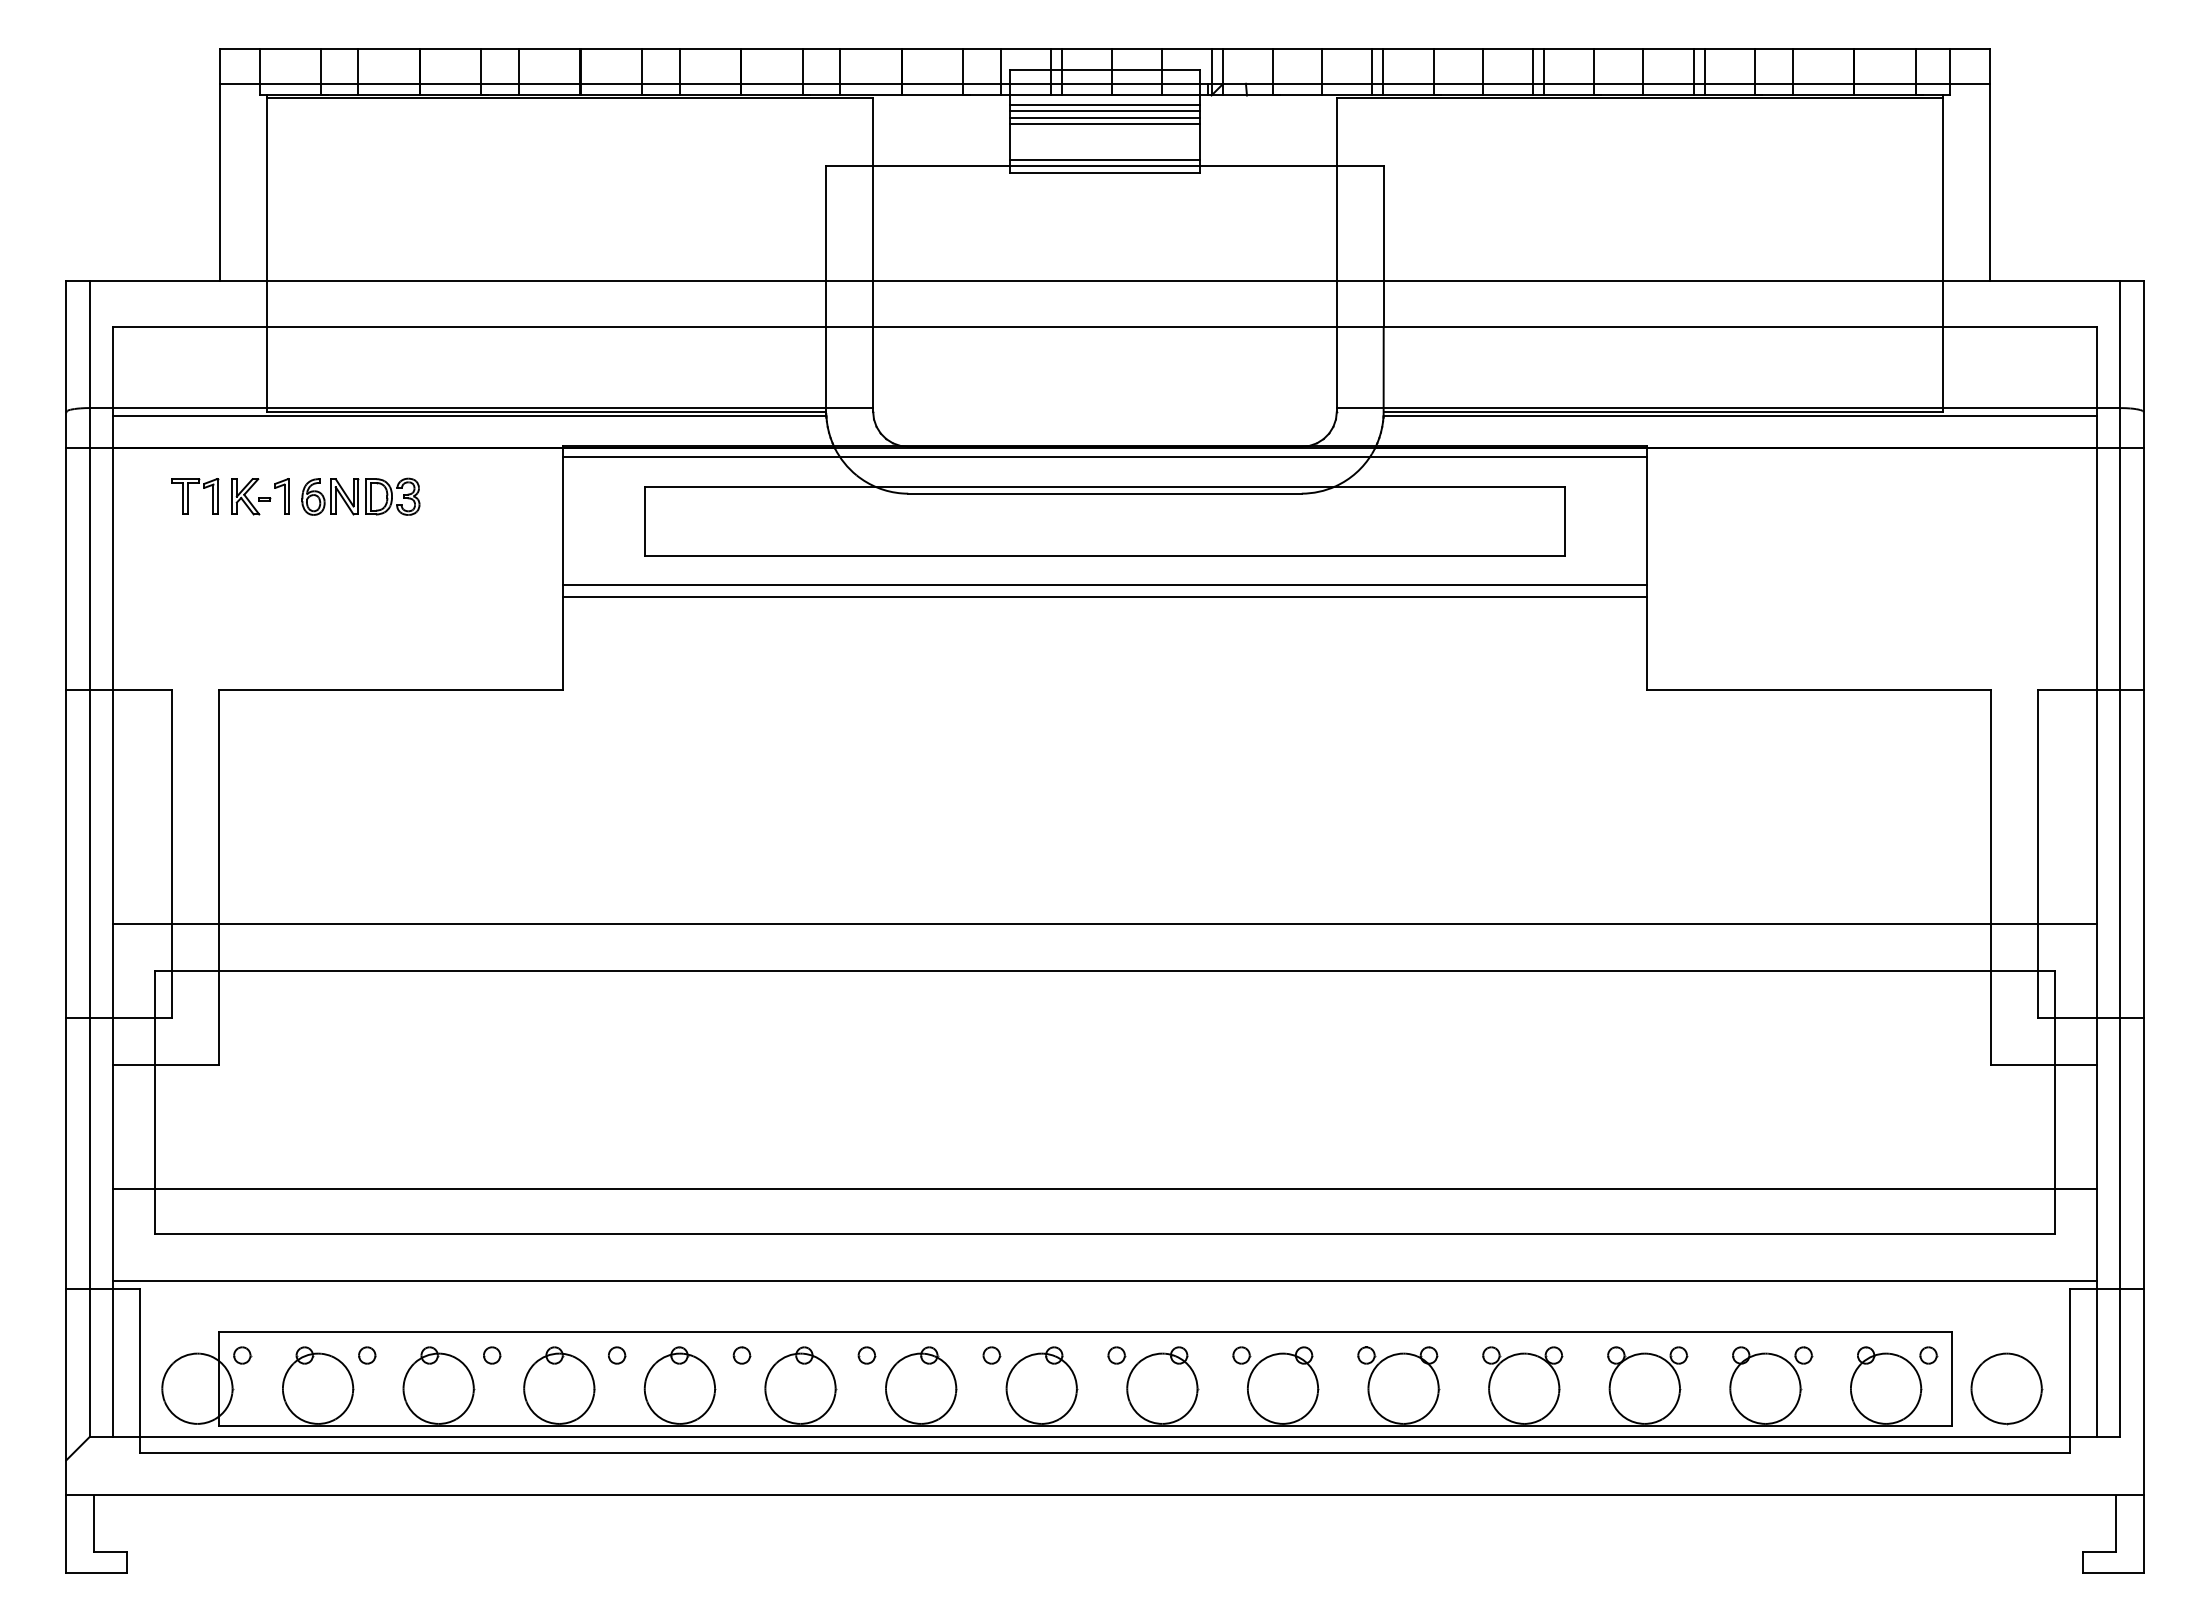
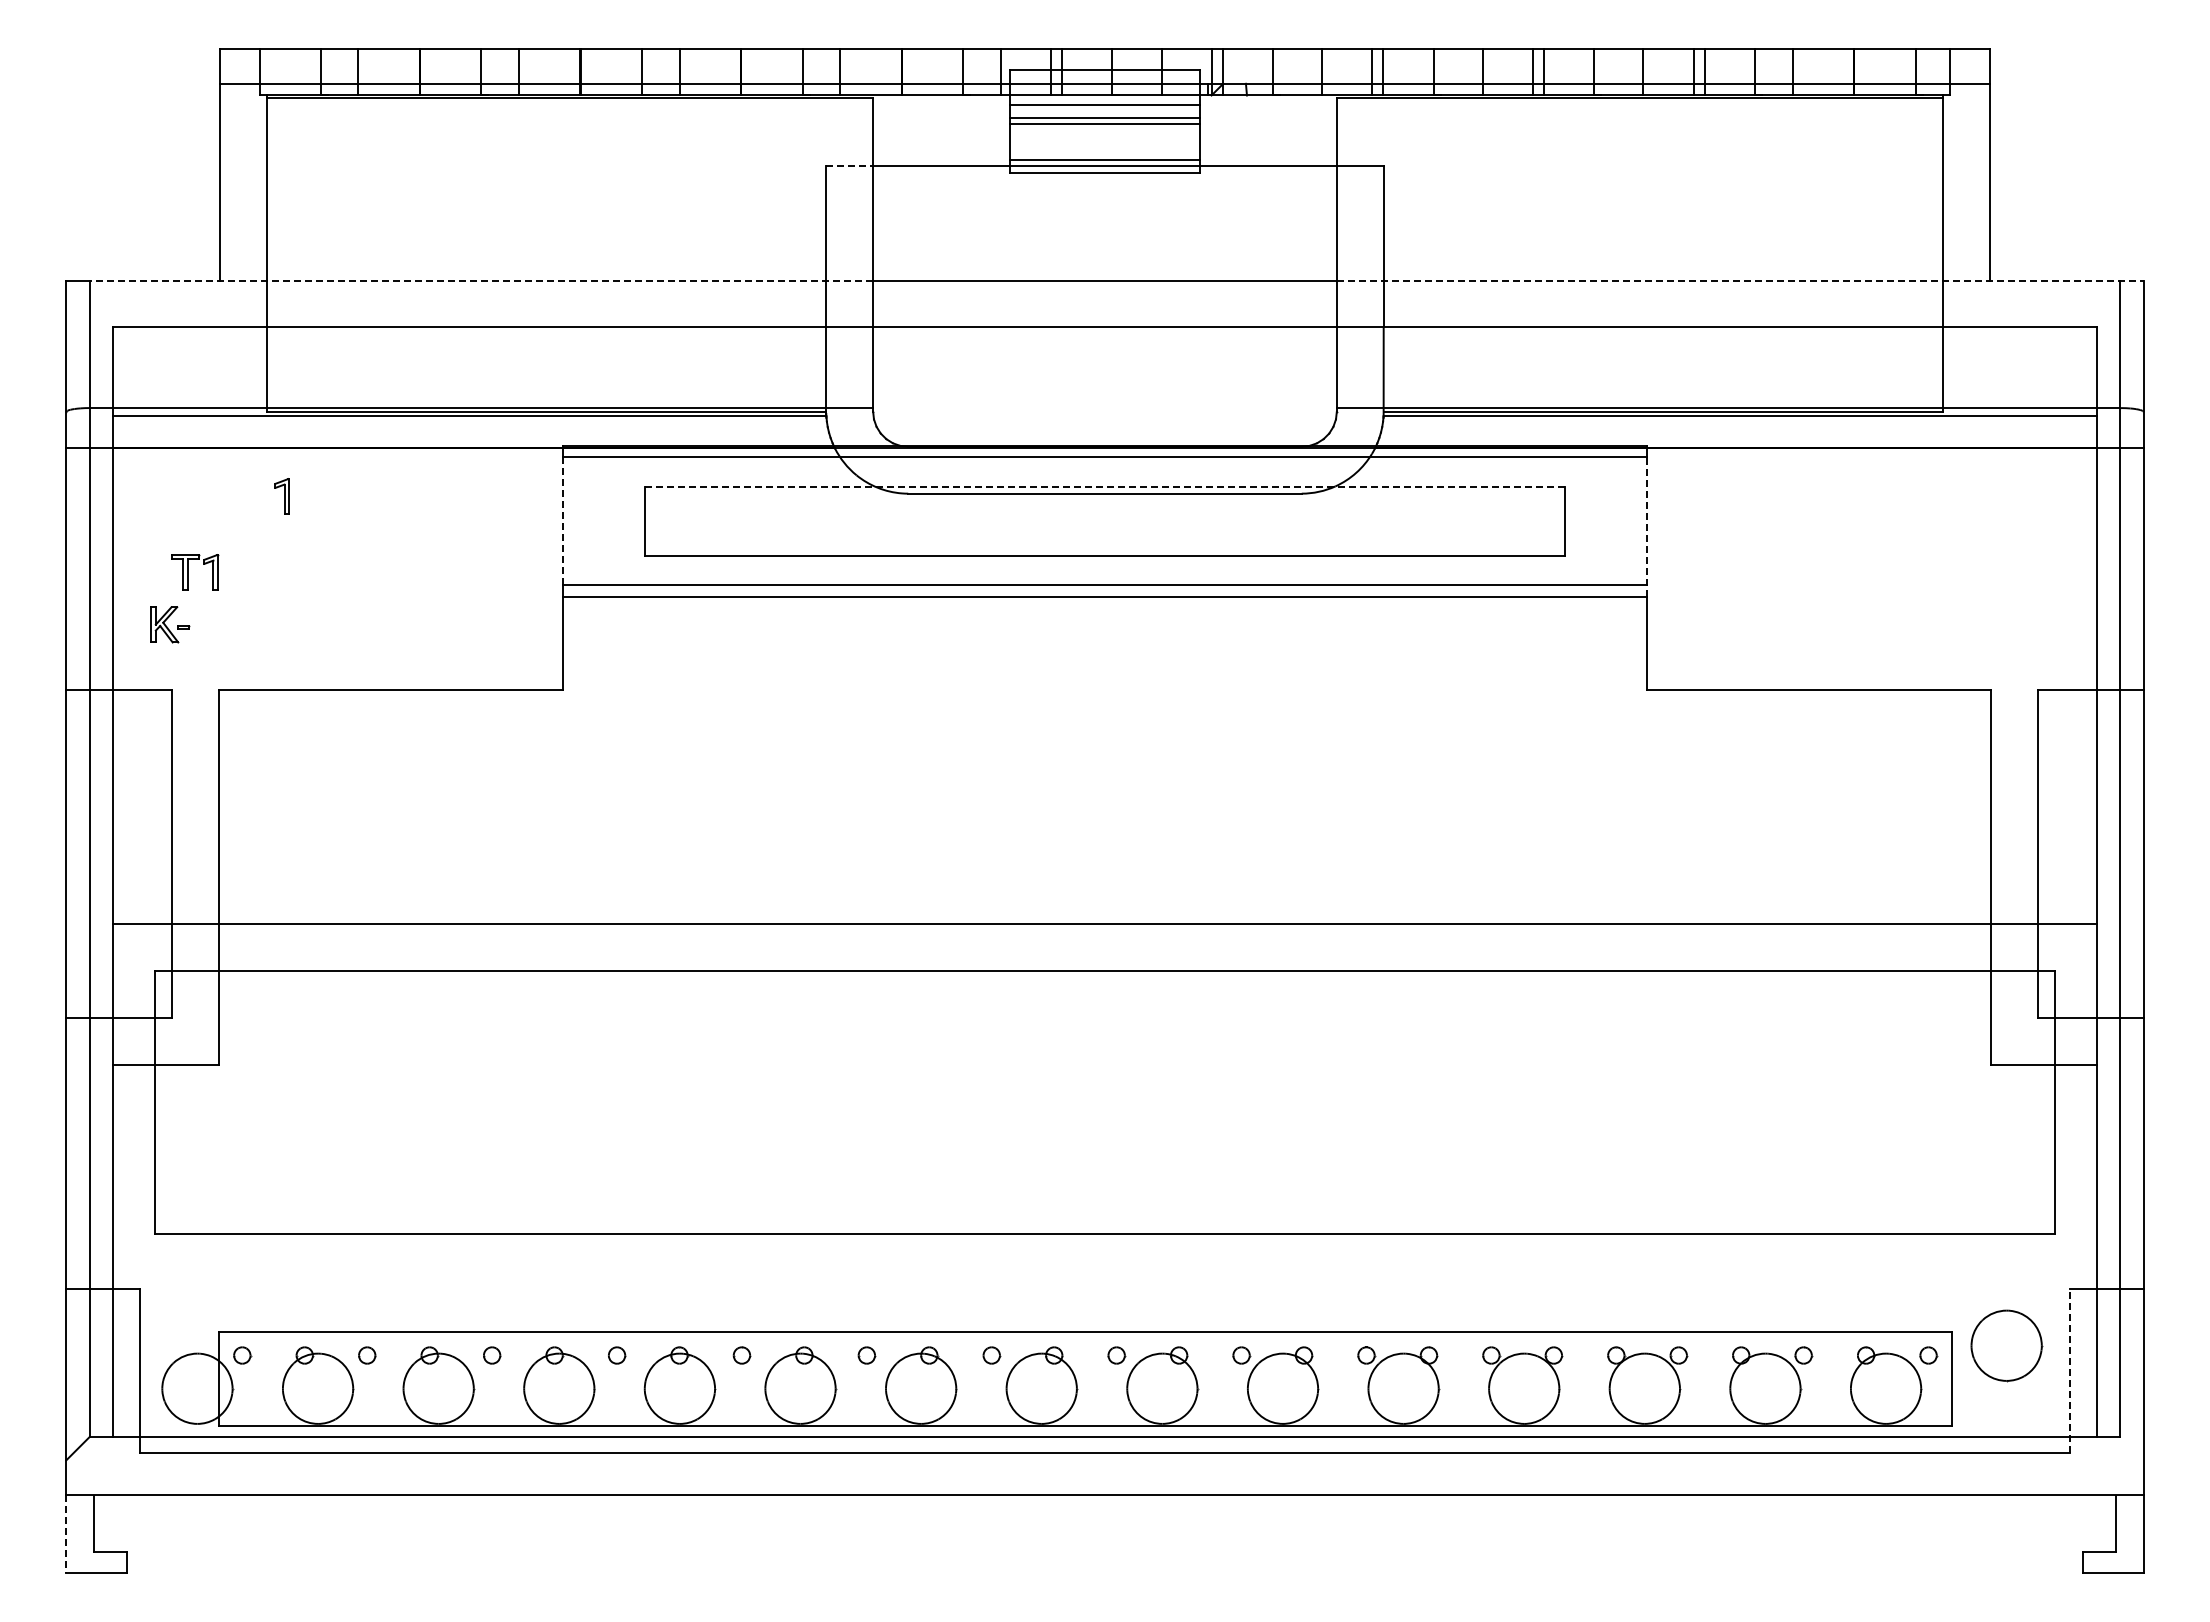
line at (1104, 111): present -> none
line at (850, 165): solid -> dashed
line at (481, 280): solid -> dashed
line at (1740, 280): solid -> dashed
line at (1105, 486): solid -> dashed
part at (188, 496) position: (188, 496) -> (188, 572)
part at (251, 496) position: (251, 496) -> (170, 624)
part at (360, 496): present -> none
line at (562, 521): solid -> dashed
line at (1647, 527): solid -> dashed
line at (1104, 1188): present -> none
line at (1104, 1280): present -> none
line at (2070, 1370): solid -> dashed
part at (2006, 1388) position: (2006, 1388) -> (2006, 1345)
line at (66, 1534): solid -> dashed
